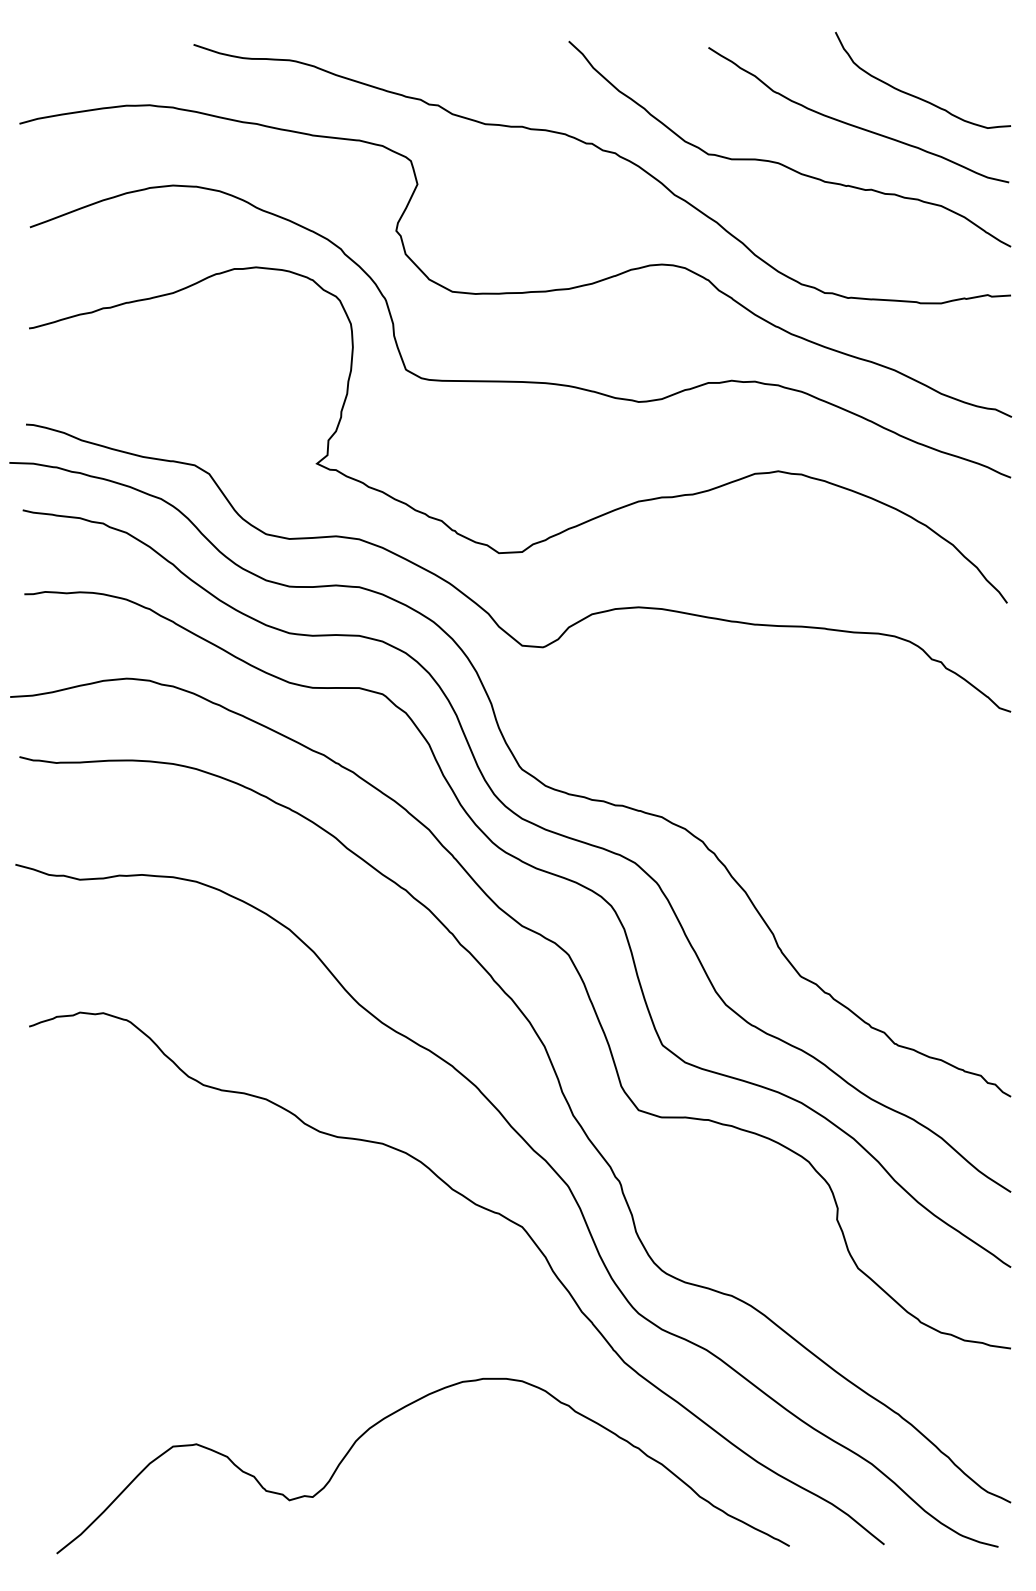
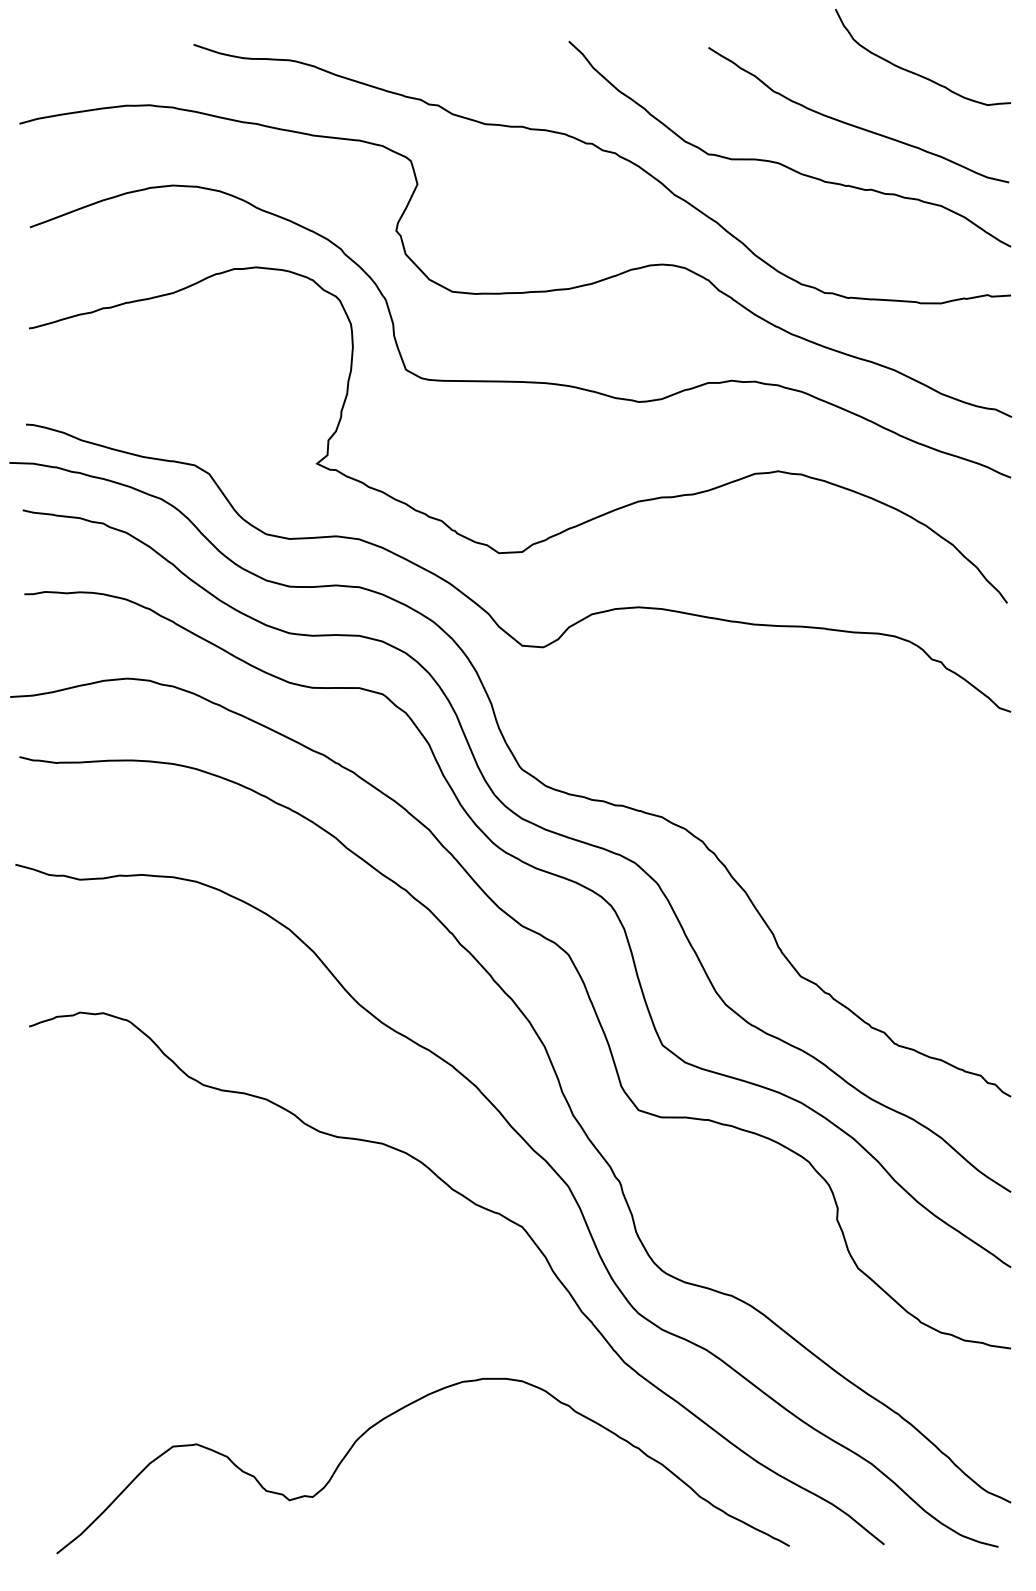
curve at (915, 95) position: (915, 95) -> (915, 72)
